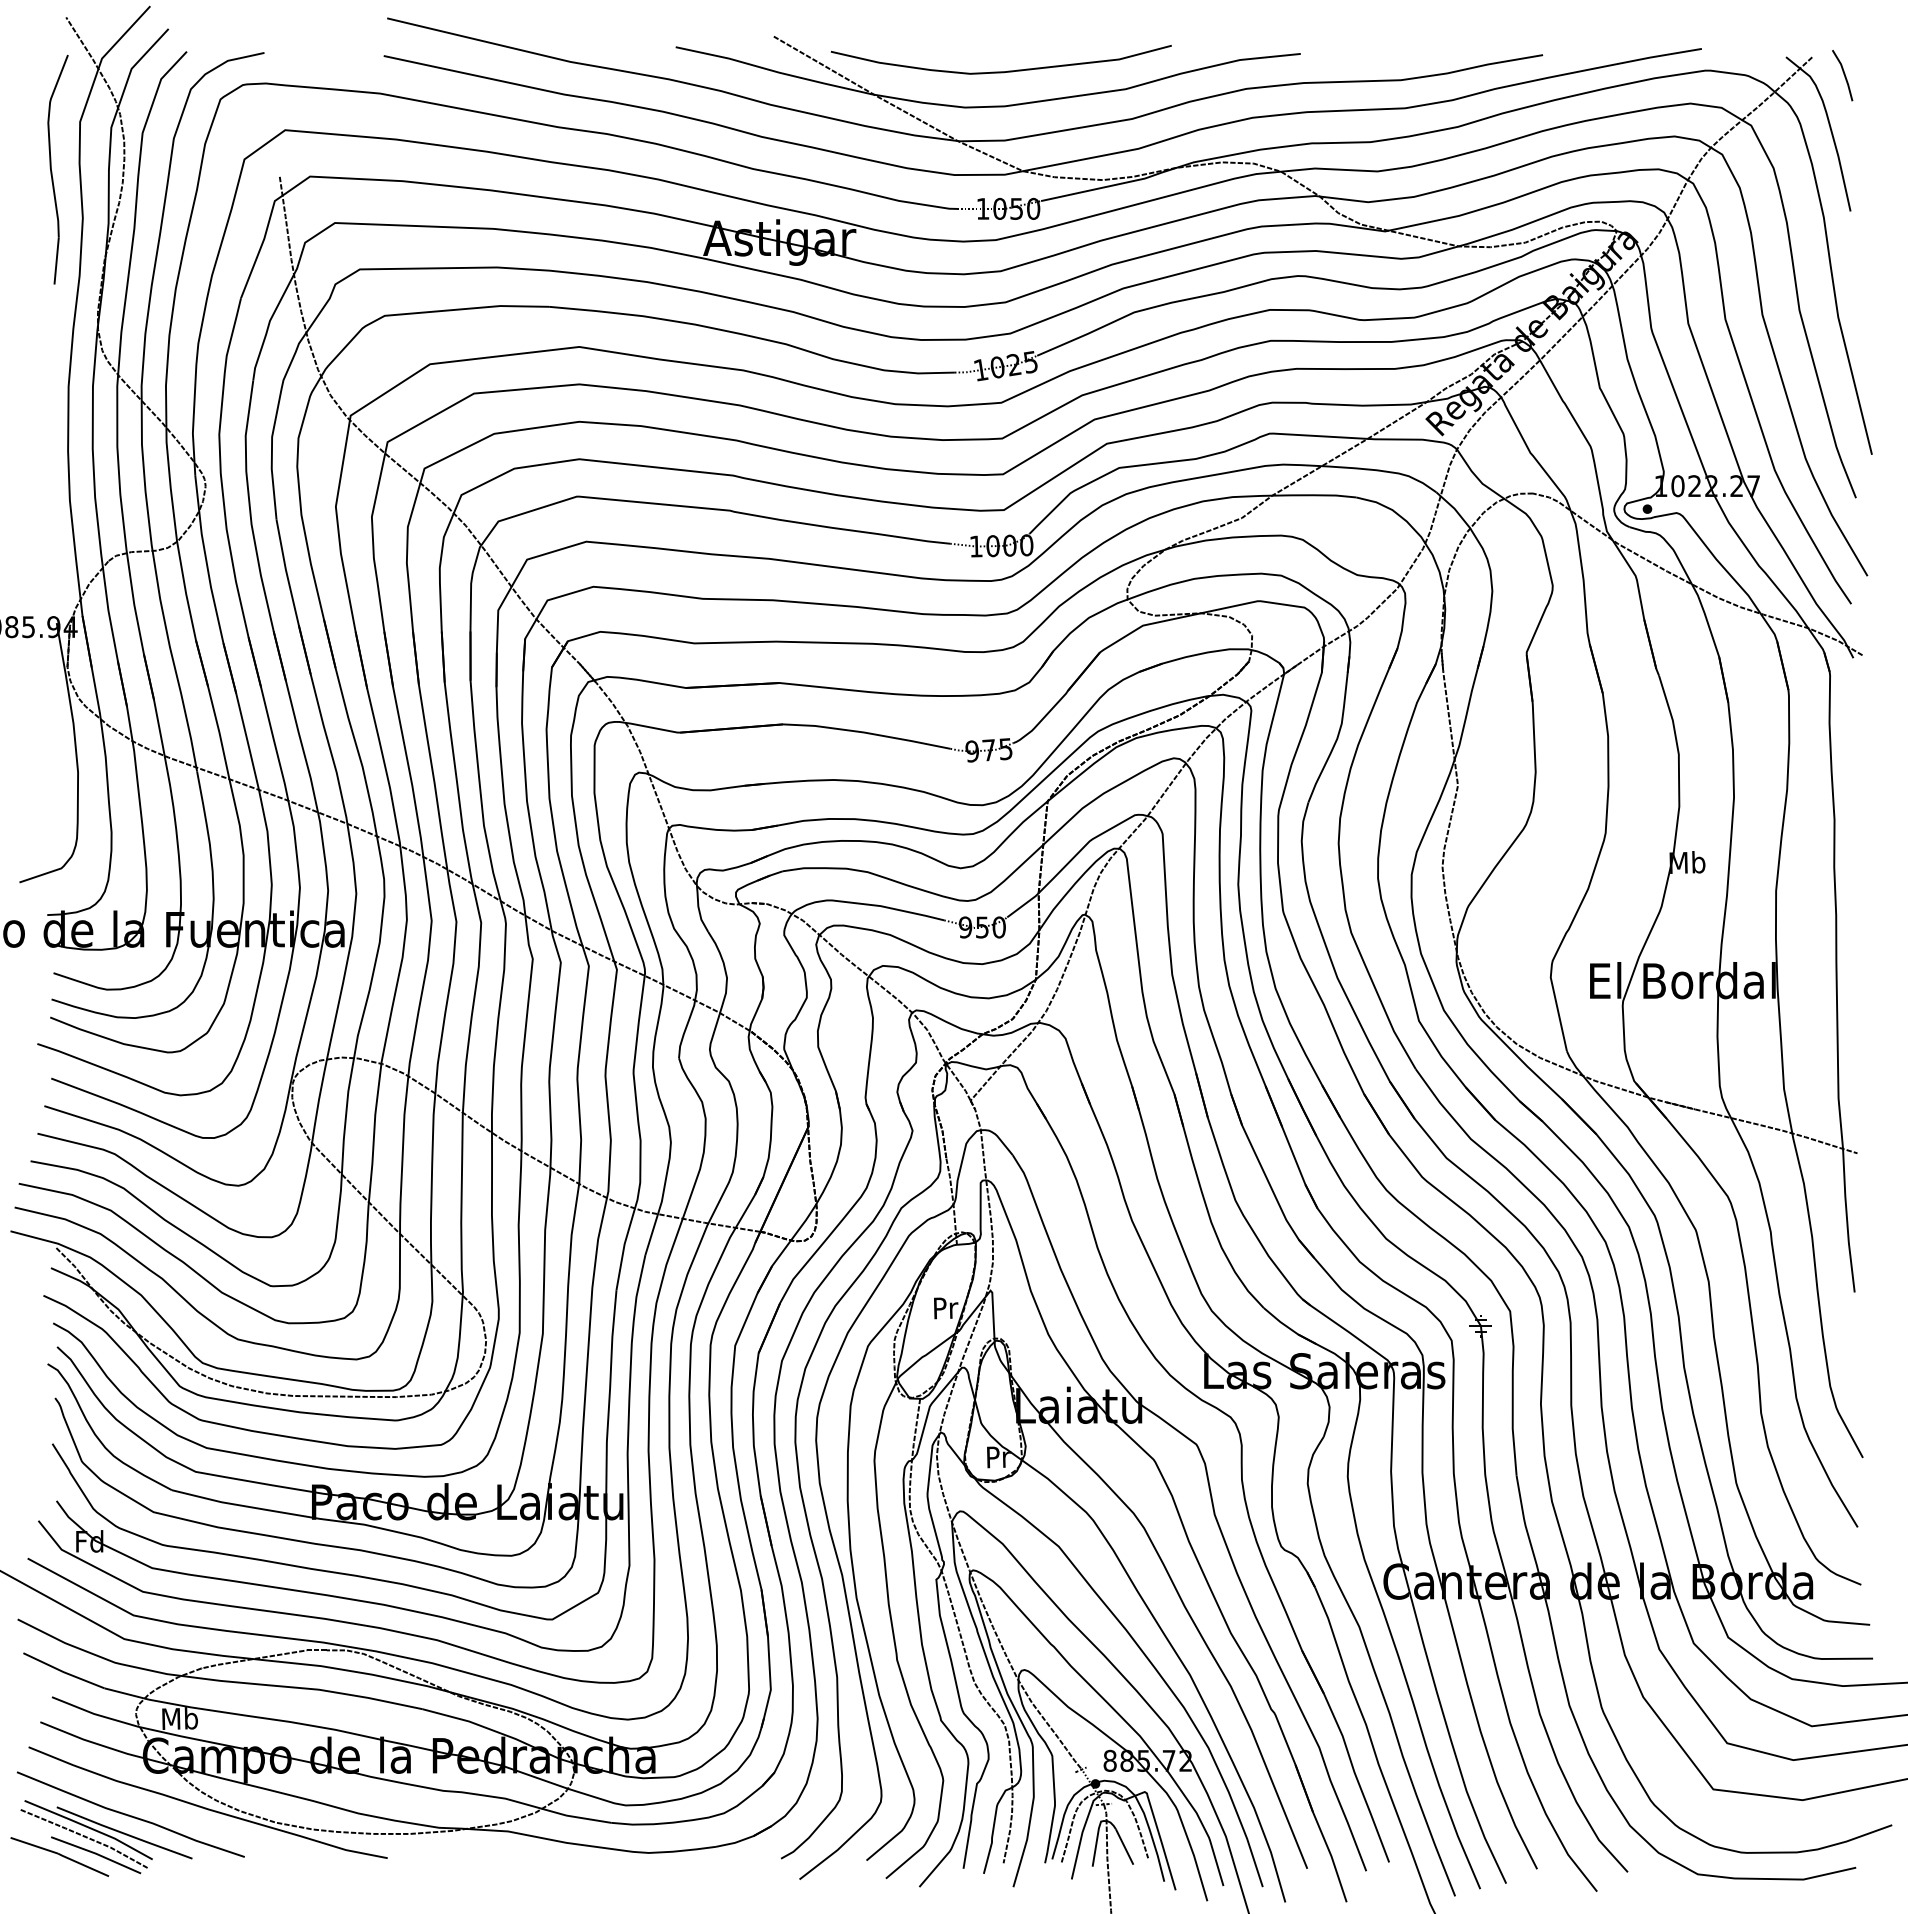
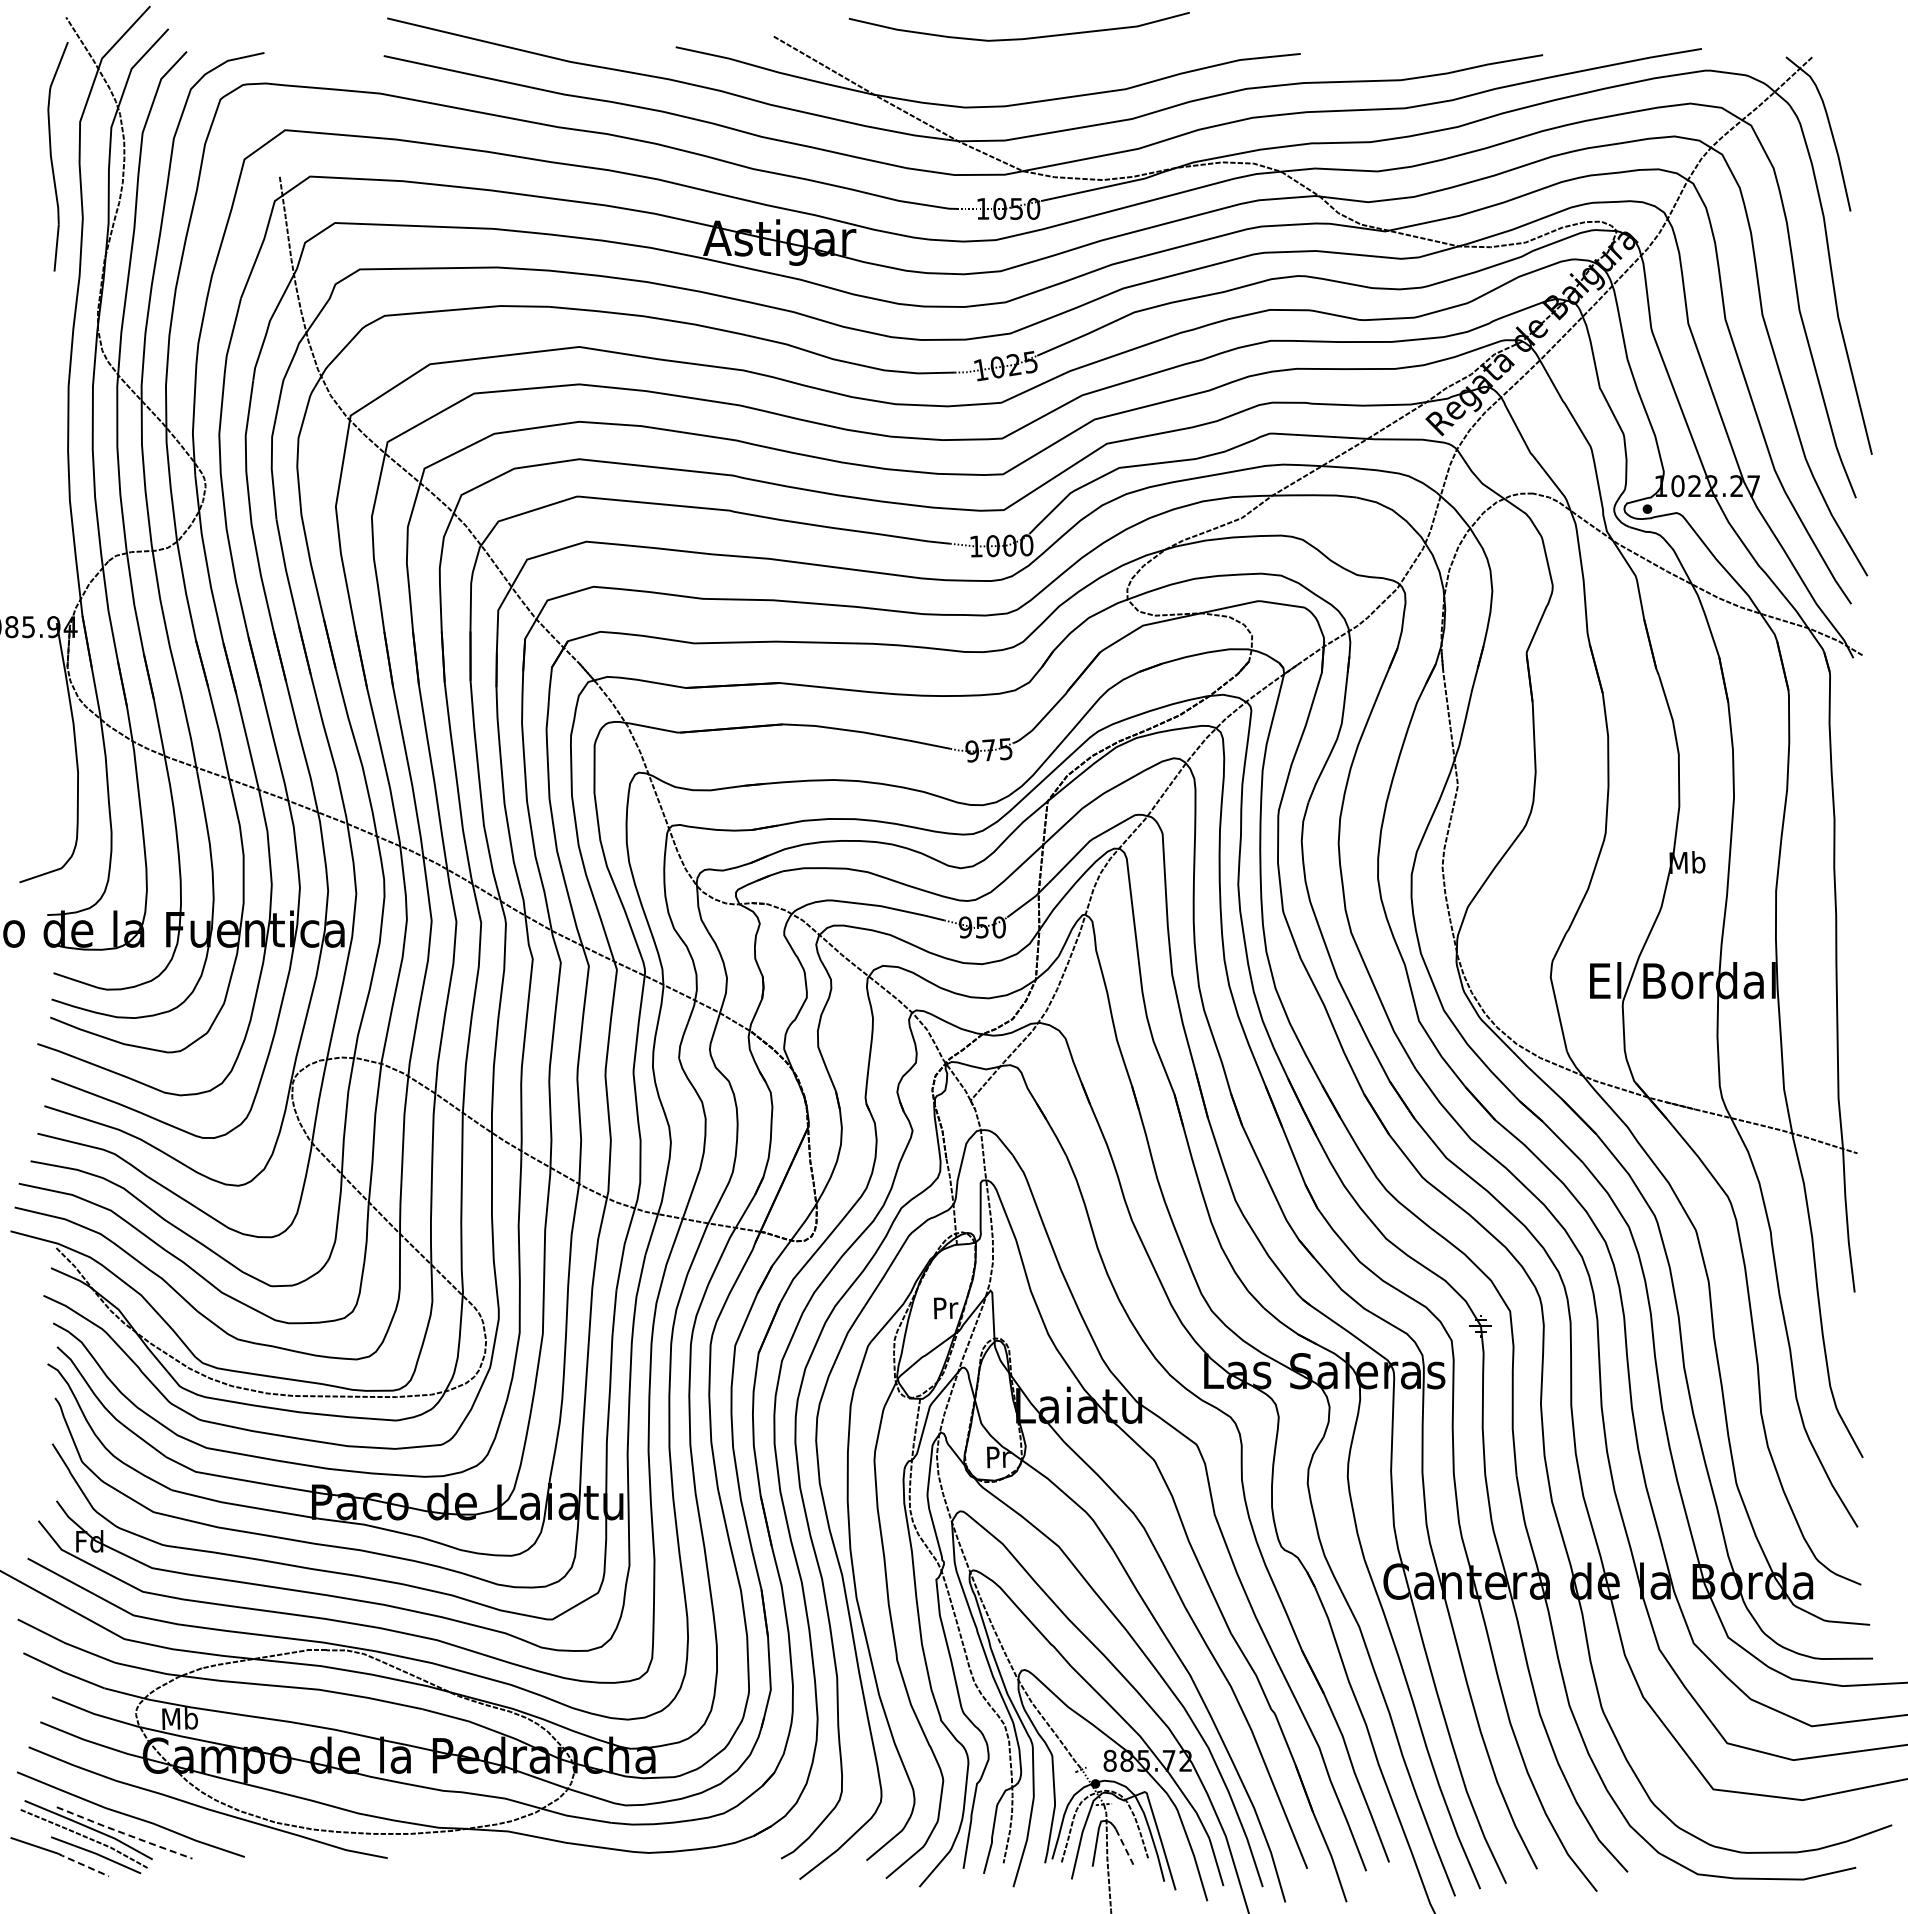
curve at (1000, 71) position: (1000, 71) -> (1018, 38)
line at (1843, 74): present -> none
part at (57, 169) position: (57, 169) -> (57, 156)
line at (125, 1833): solid -> dashed
line at (1124, 1847): solid -> dashed
line at (83, 1865): solid -> dashed
